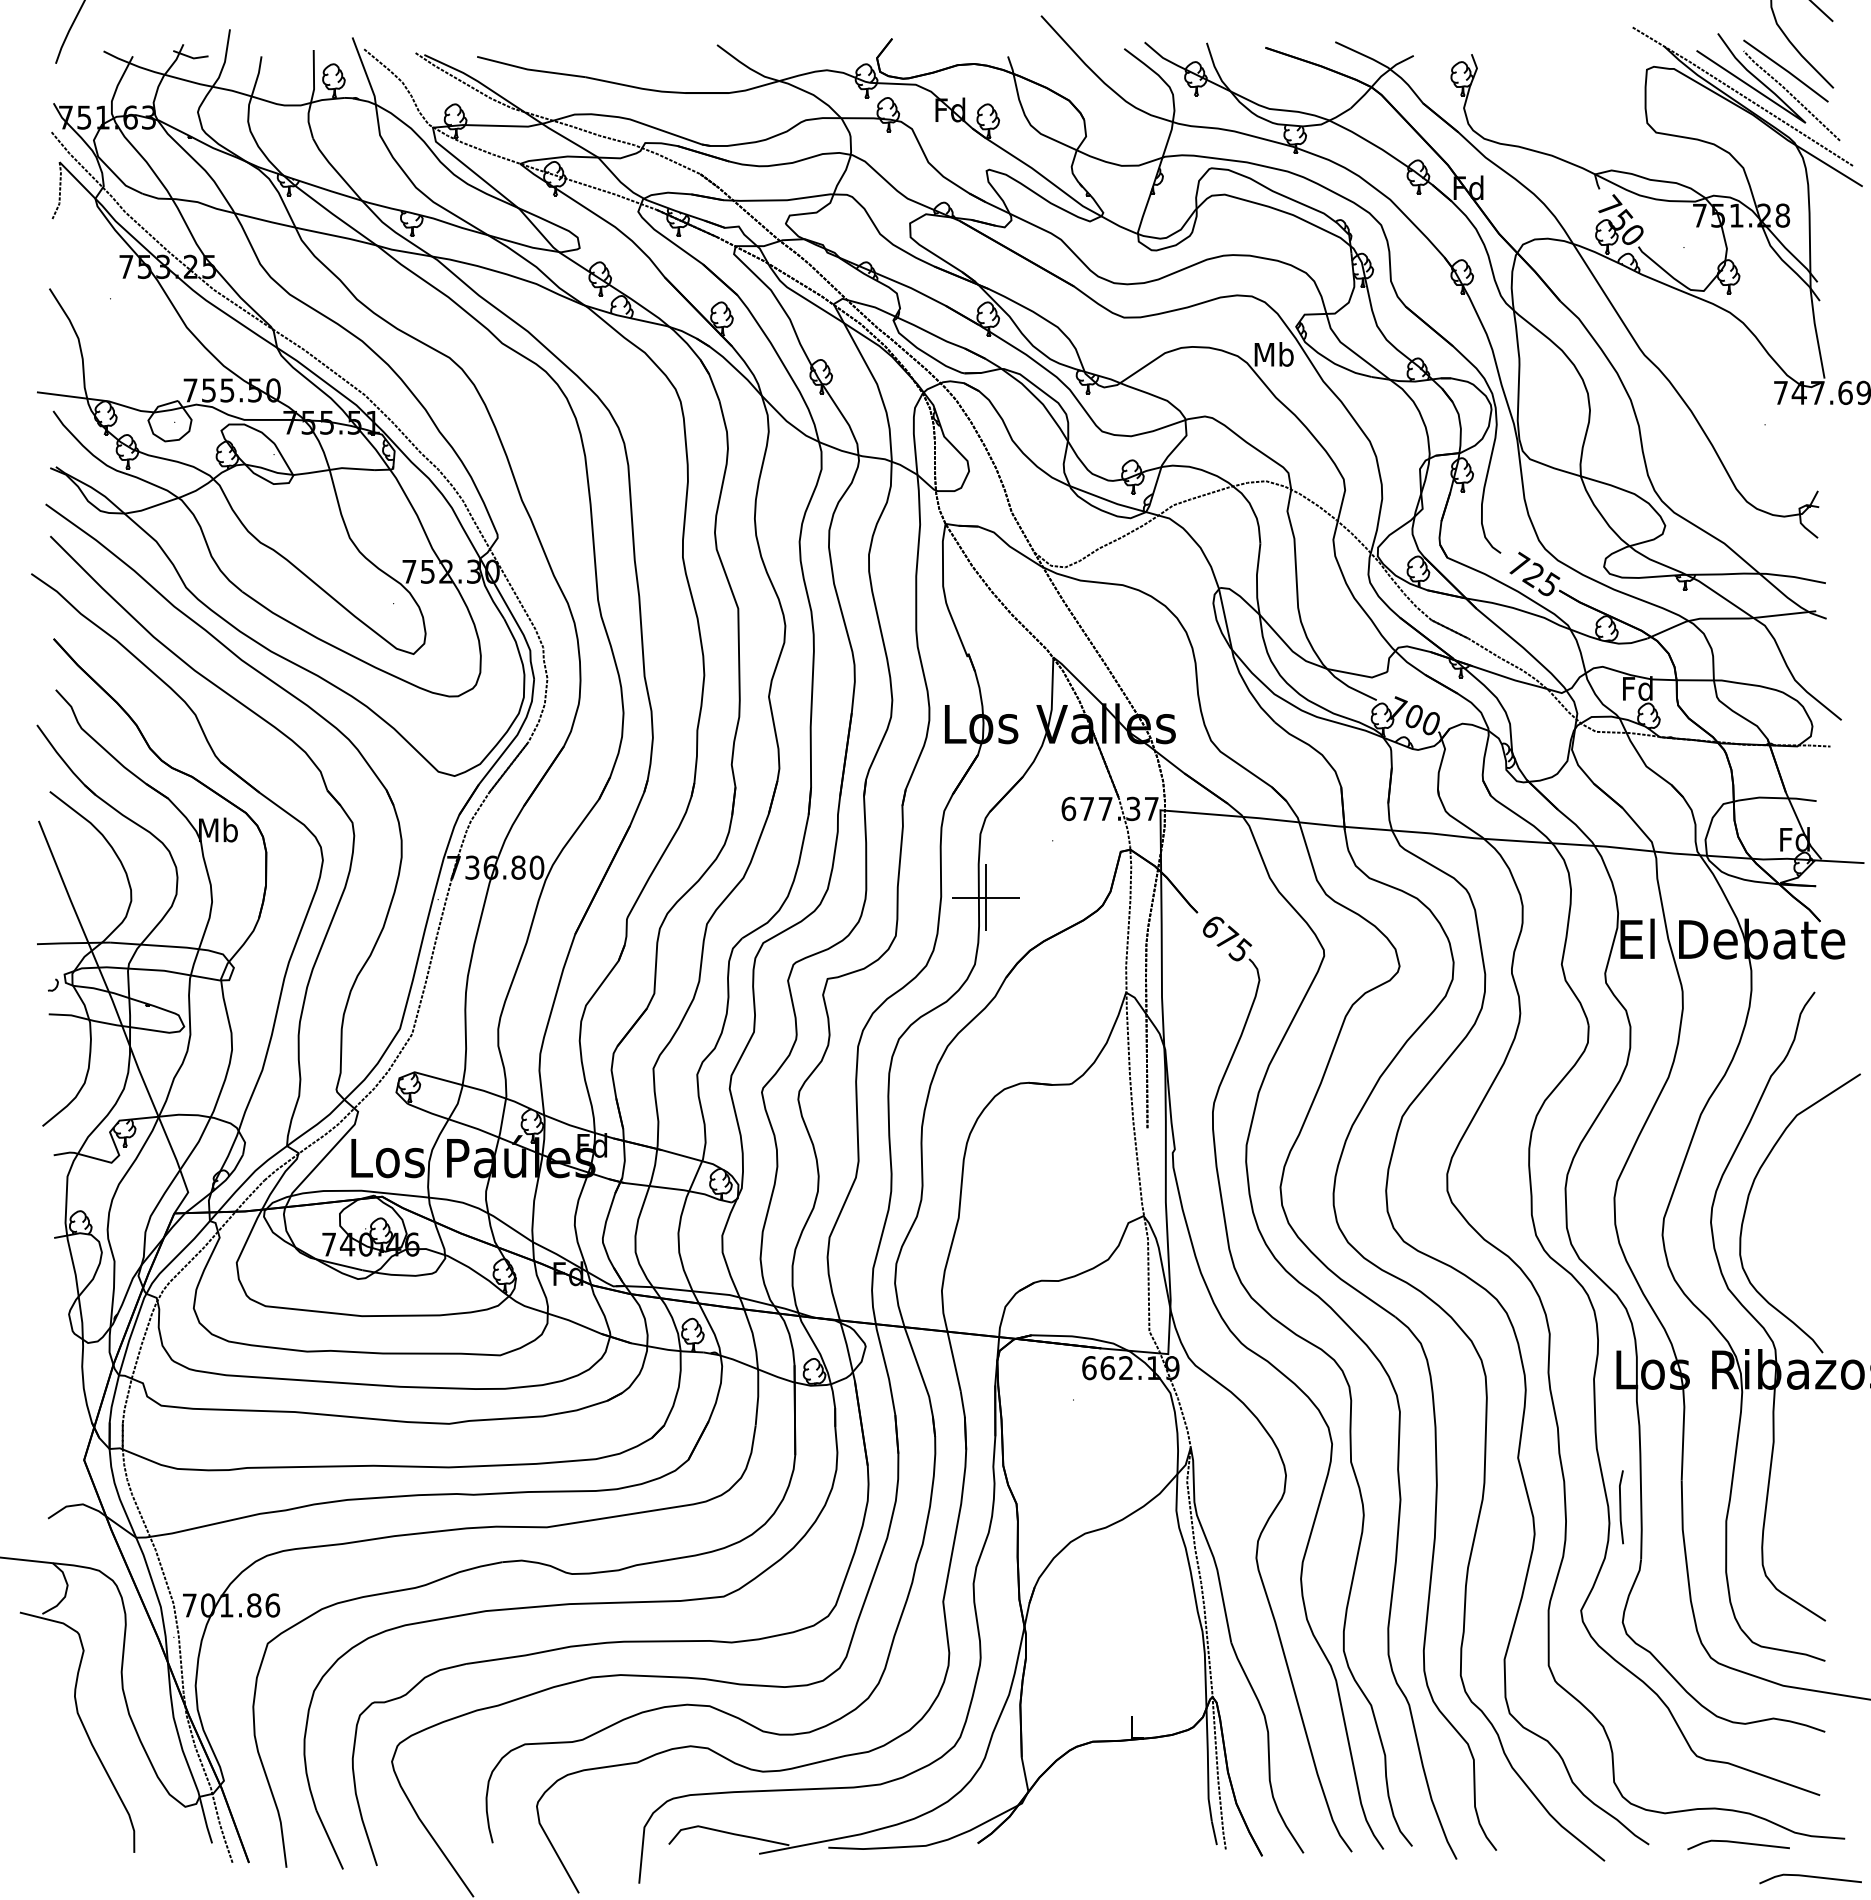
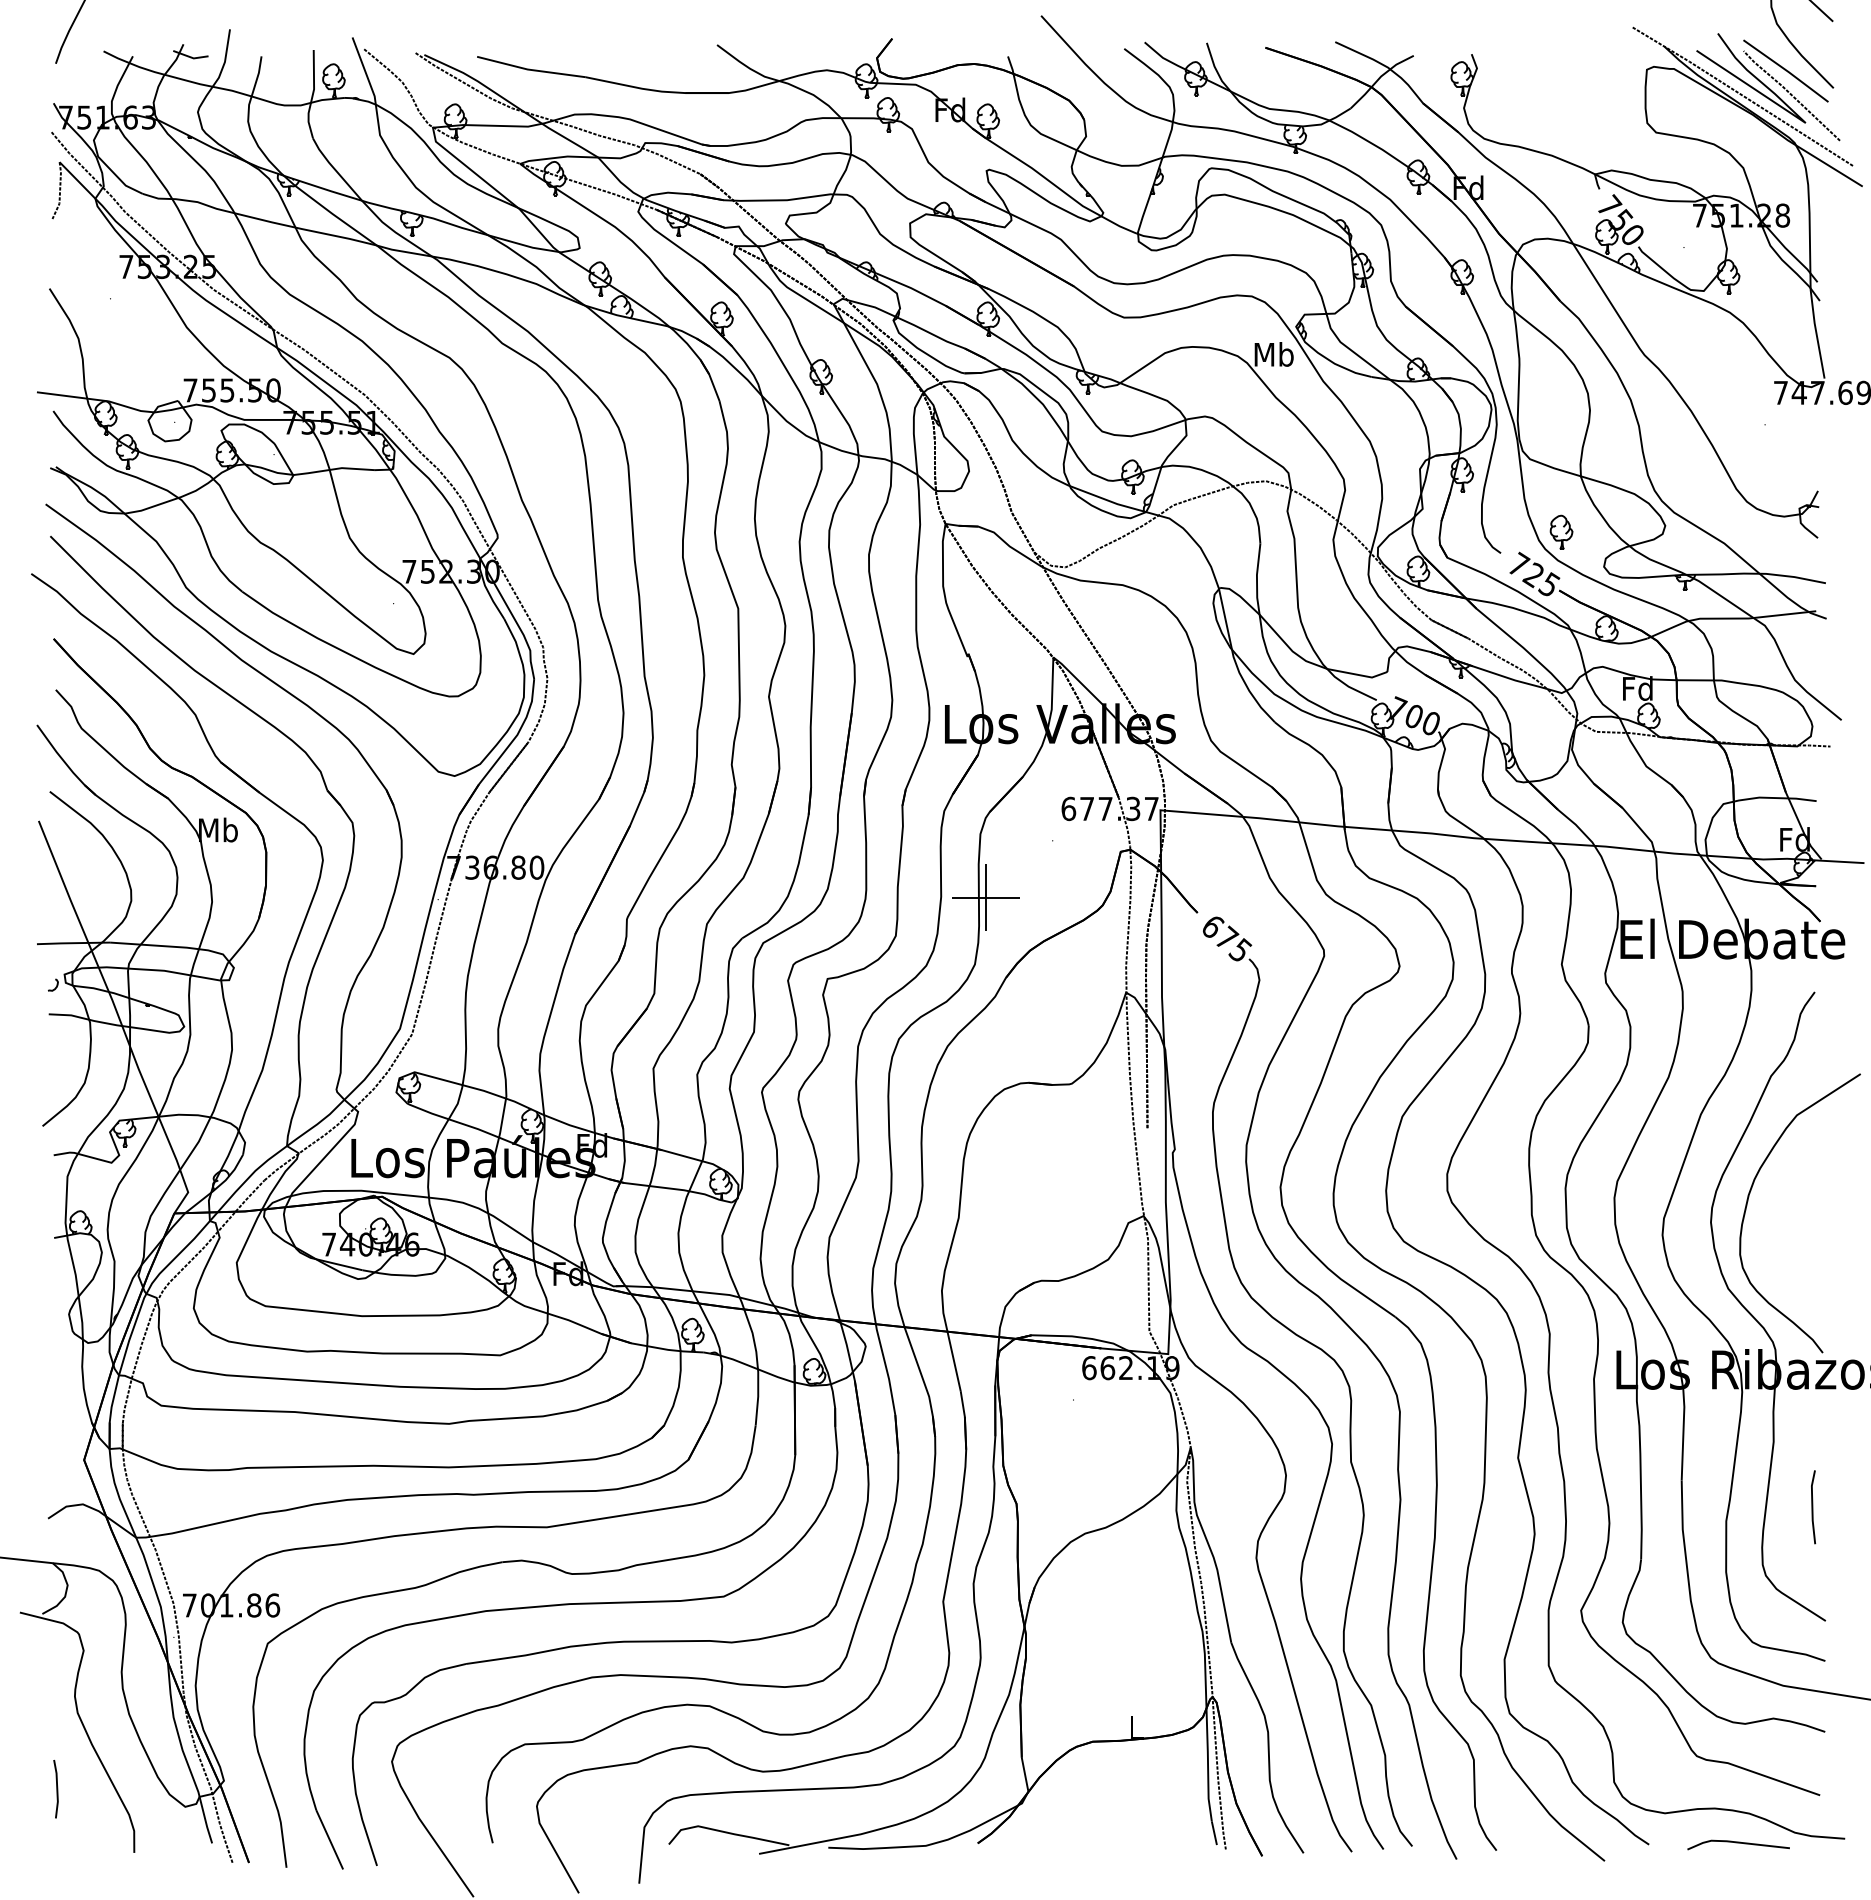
part at (1561, 531): none -> present
line at (1621, 1507) position: (1621, 1507) -> (1813, 1507)
line at (56, 1789): none -> present
line at (1810, 1877): present -> none
